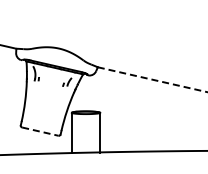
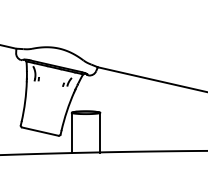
line at (153, 79): dashed -> solid
line at (40, 131): dashed -> solid
